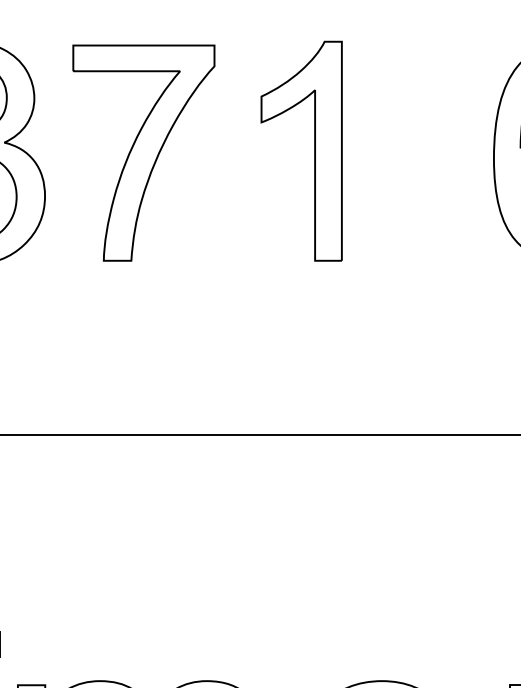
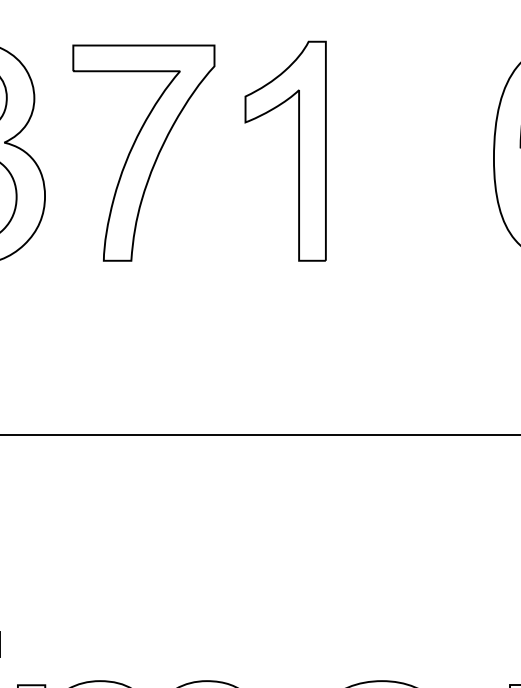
part at (314, 150) position: (314, 150) -> (298, 150)
